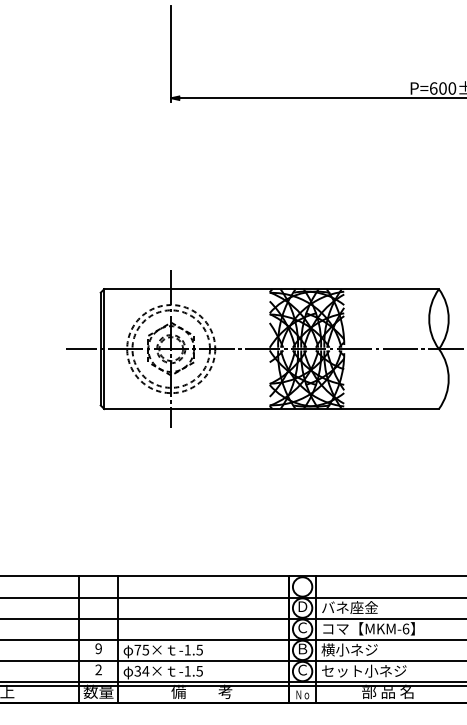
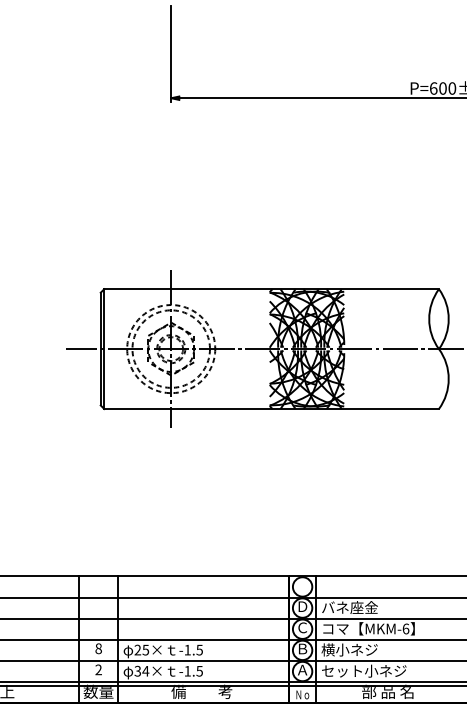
text at (98, 648): 9 -> 8
text at (137, 649): 75× -> 25×
text at (302, 669): Ｃ -> Ａ
